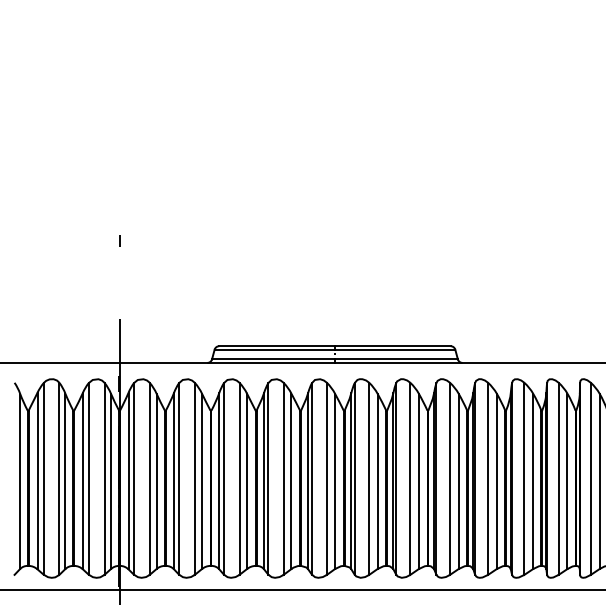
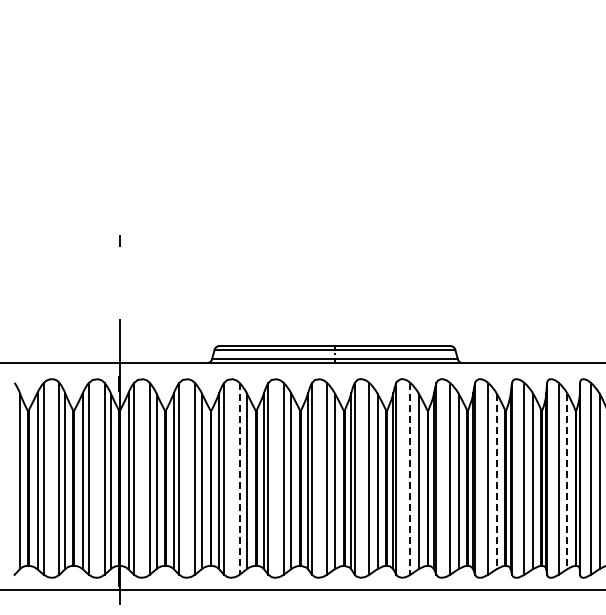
line at (239, 479): solid -> dashed
line at (410, 479): solid -> dashed
line at (496, 481): solid -> dashed
line at (567, 481): solid -> dashed
